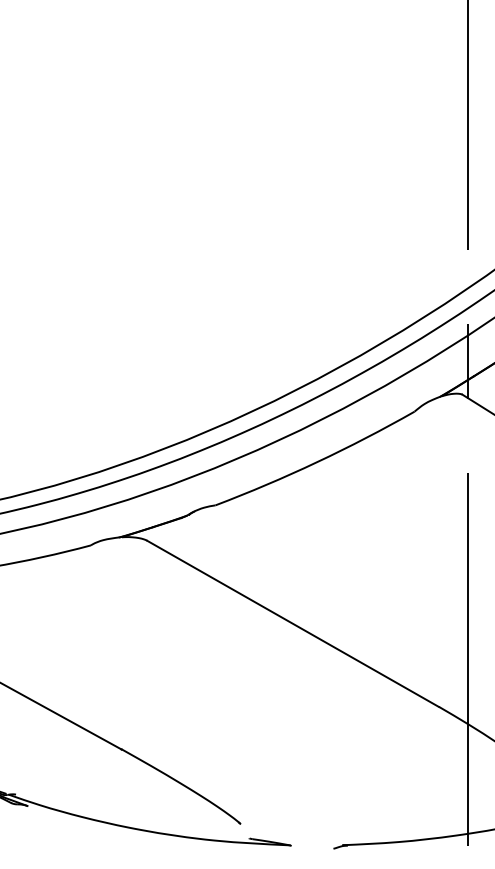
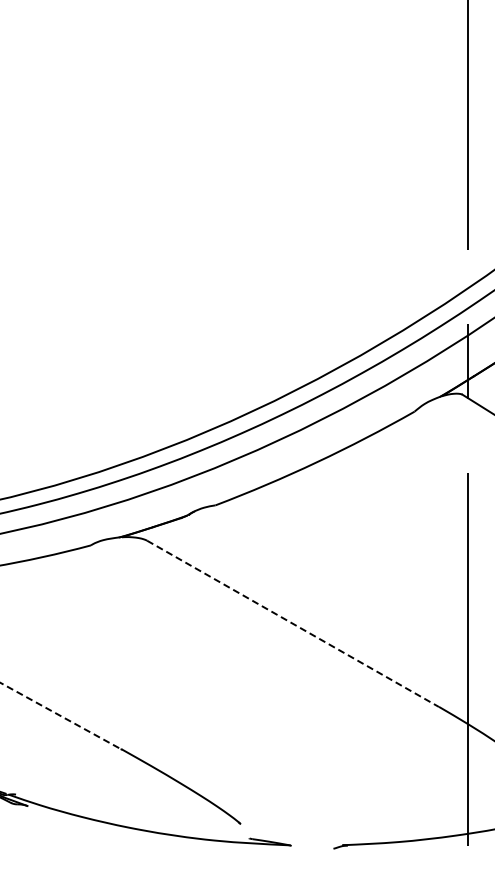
line at (293, 623): solid -> dashed
line at (61, 716): solid -> dashed
